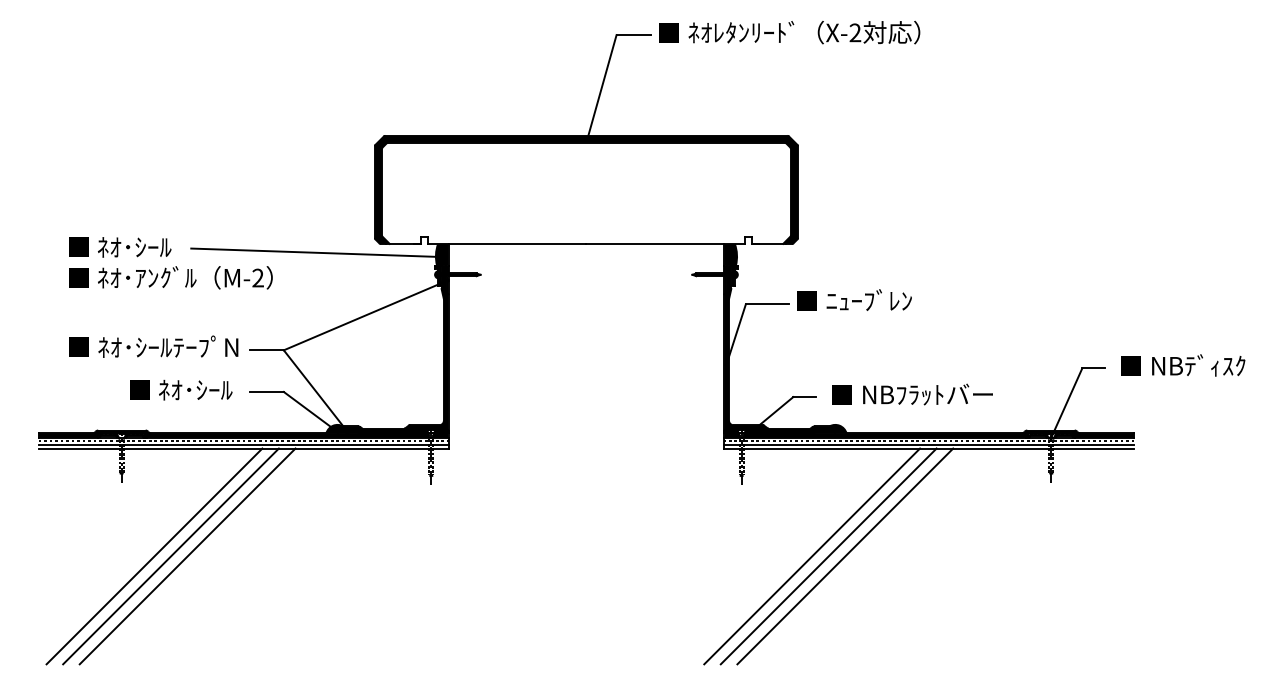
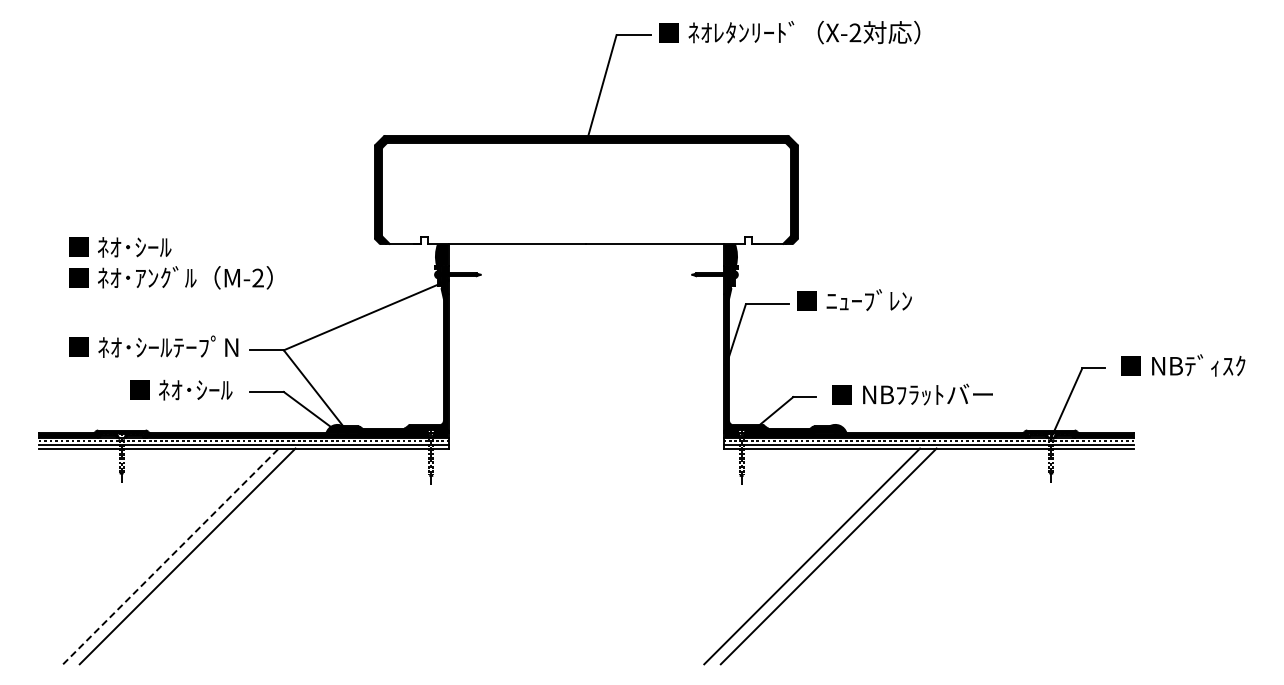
line at (315, 252): present -> none
line at (154, 556): present -> none
line at (171, 556): solid -> dashed
line at (845, 556): present -> none
